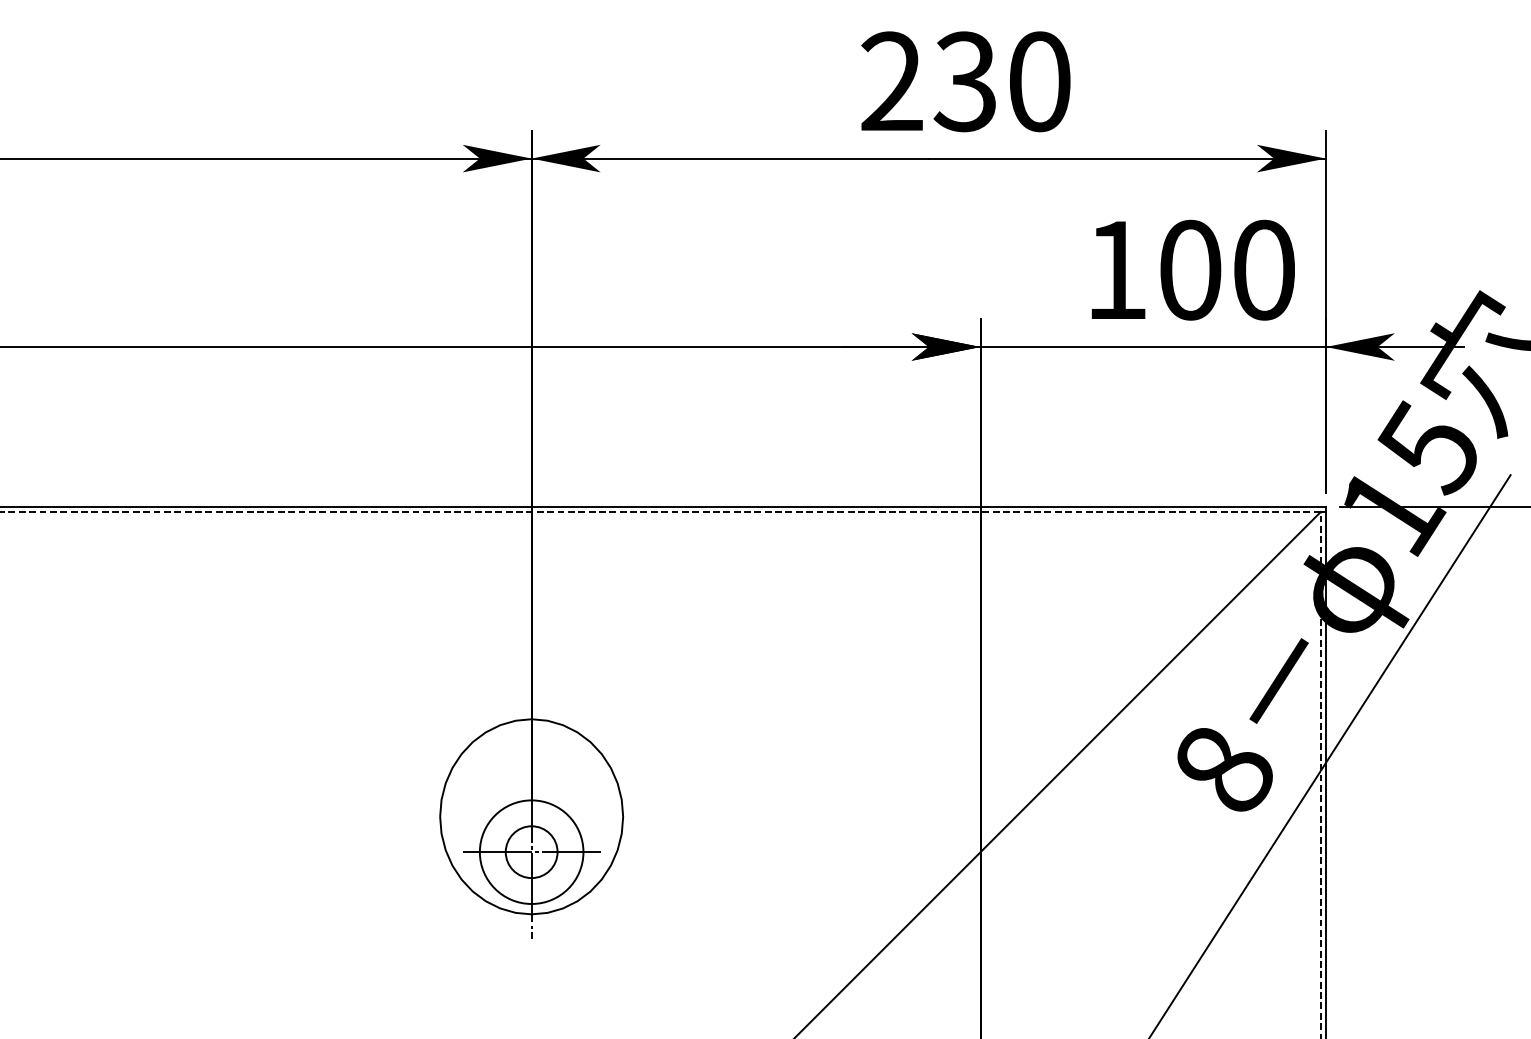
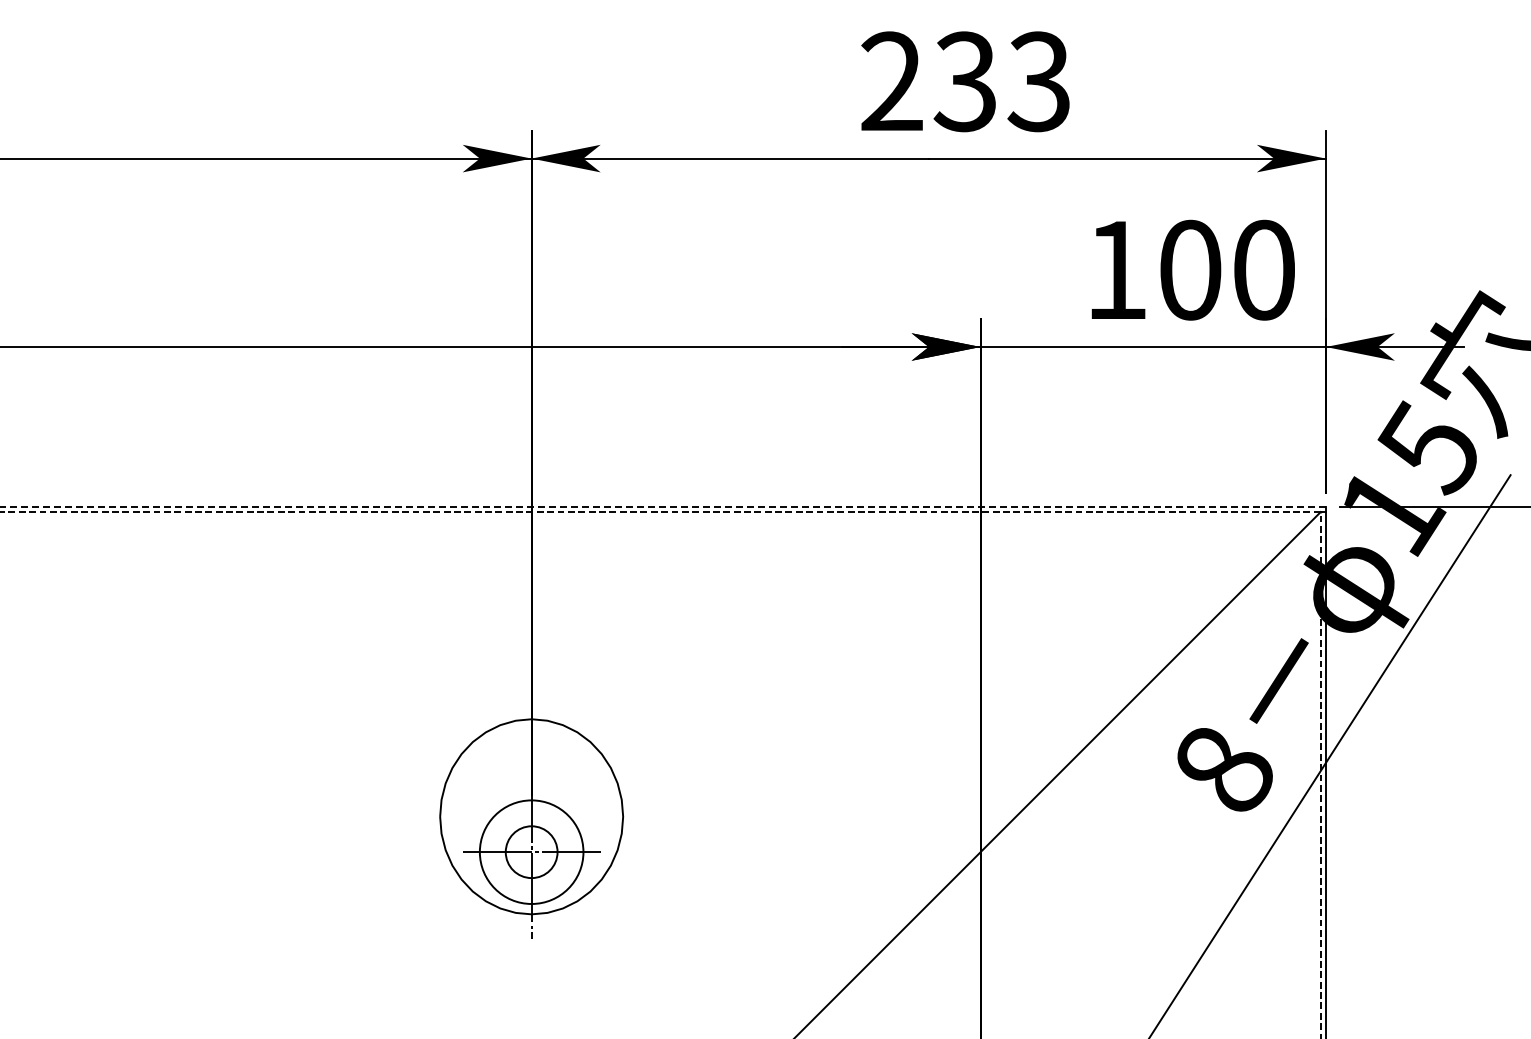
text at (1038, 81): 230 -> 233
line at (662, 506): solid -> dashed
